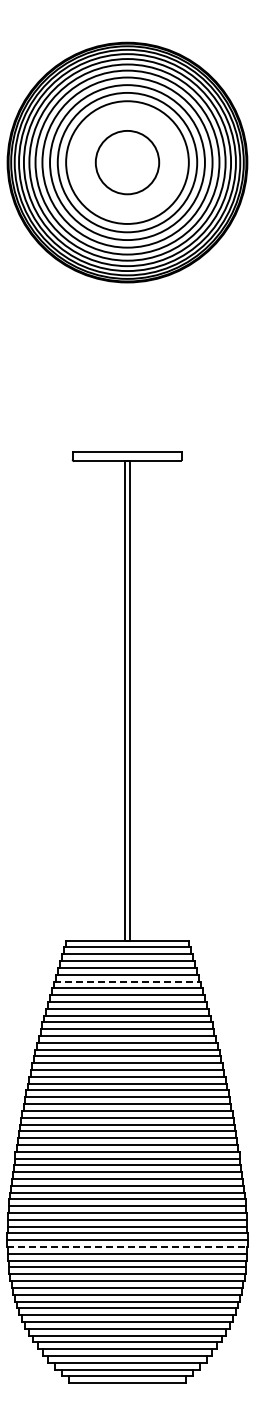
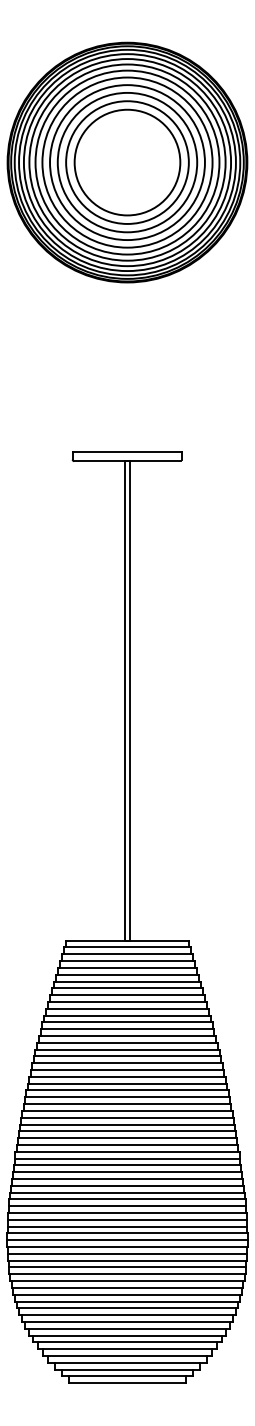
circle at (127, 162) diameter: 63 px -> 106 px
line at (127, 981): dashed -> solid
line at (127, 1247): dashed -> solid
